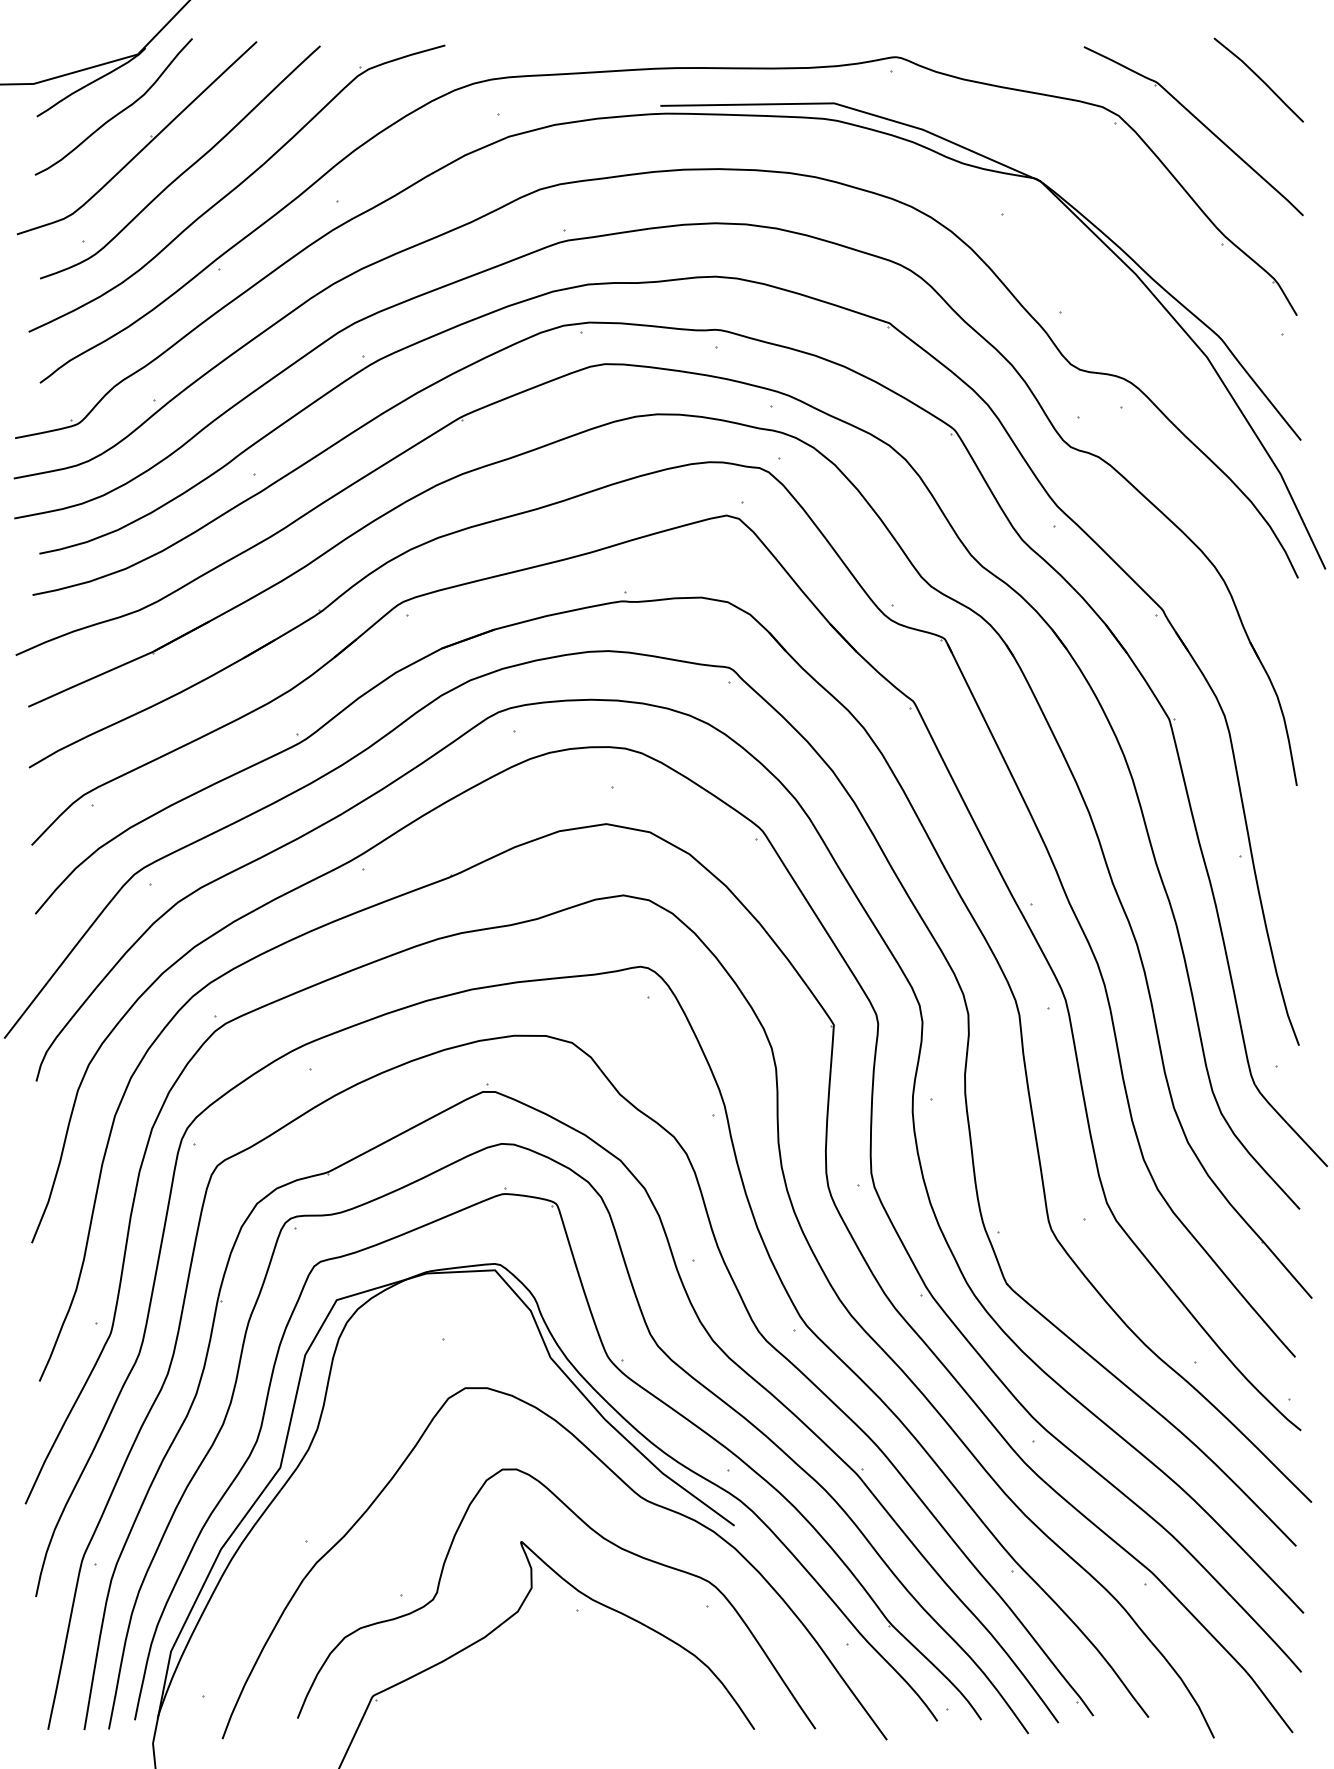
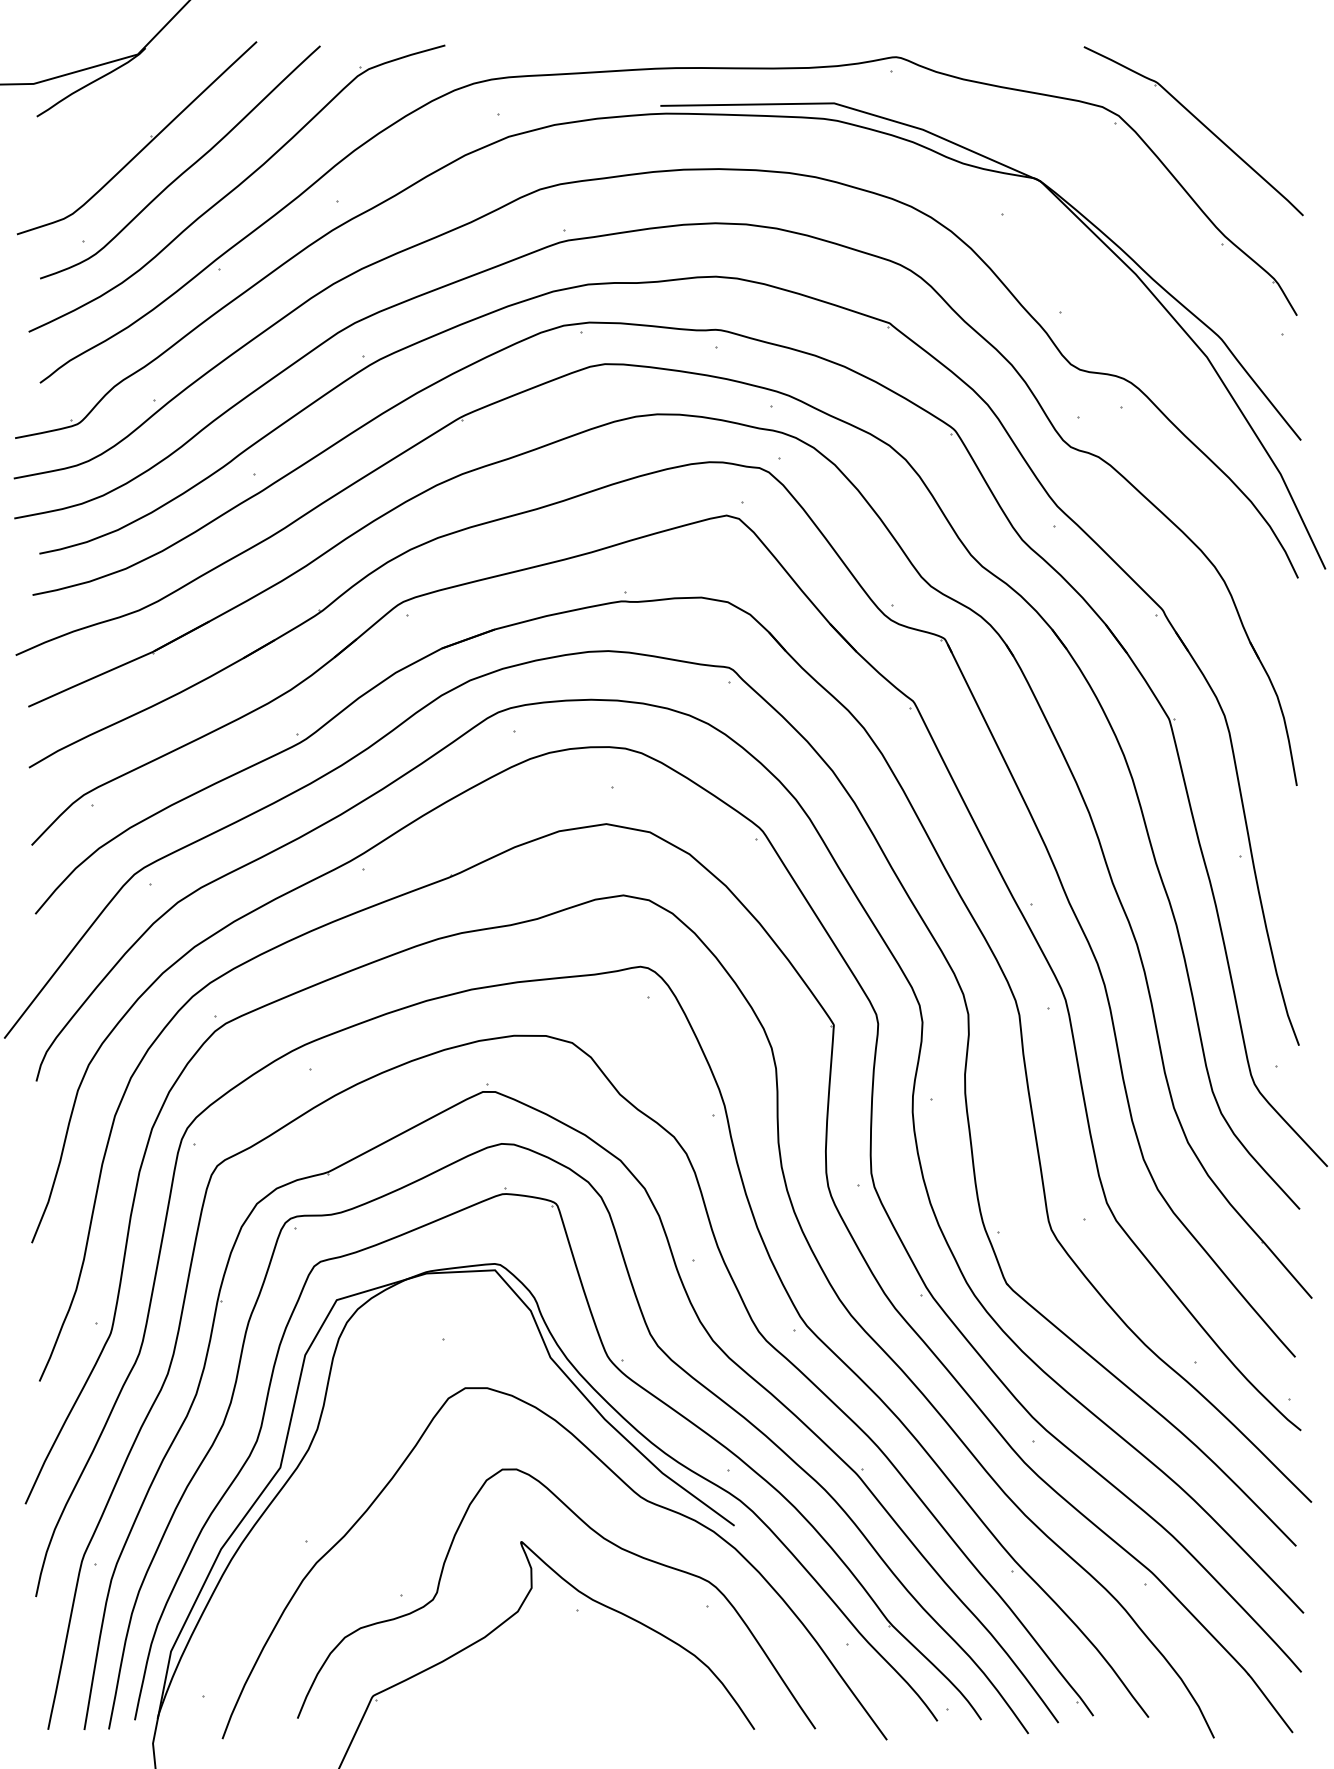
line at (1258, 78): present -> none
curve at (118, 112): present -> none
